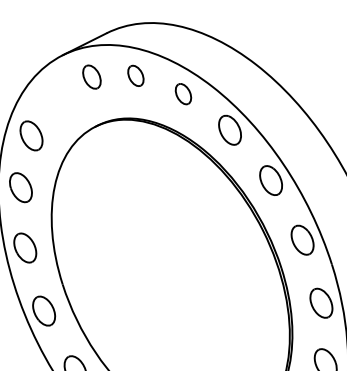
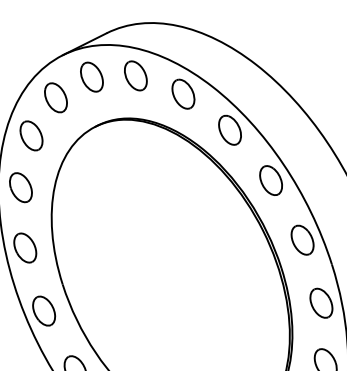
part at (135, 75) size: 18x23 px -> 24x32 px
part at (91, 76) size: 20x26 px -> 24x32 px
part at (183, 94) size: 19x23 px -> 25x32 px
part at (55, 97): none -> present
